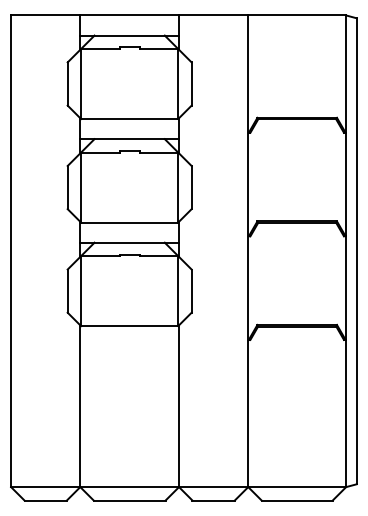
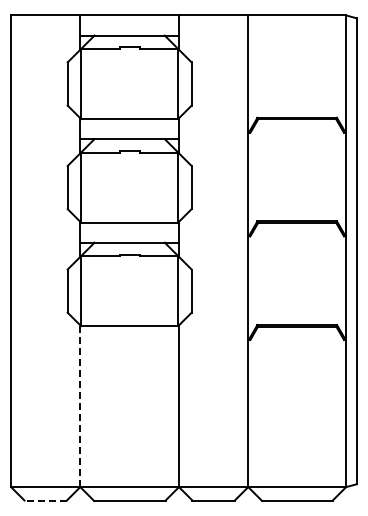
line at (80, 406): solid -> dashed
line at (45, 500): solid -> dashed
